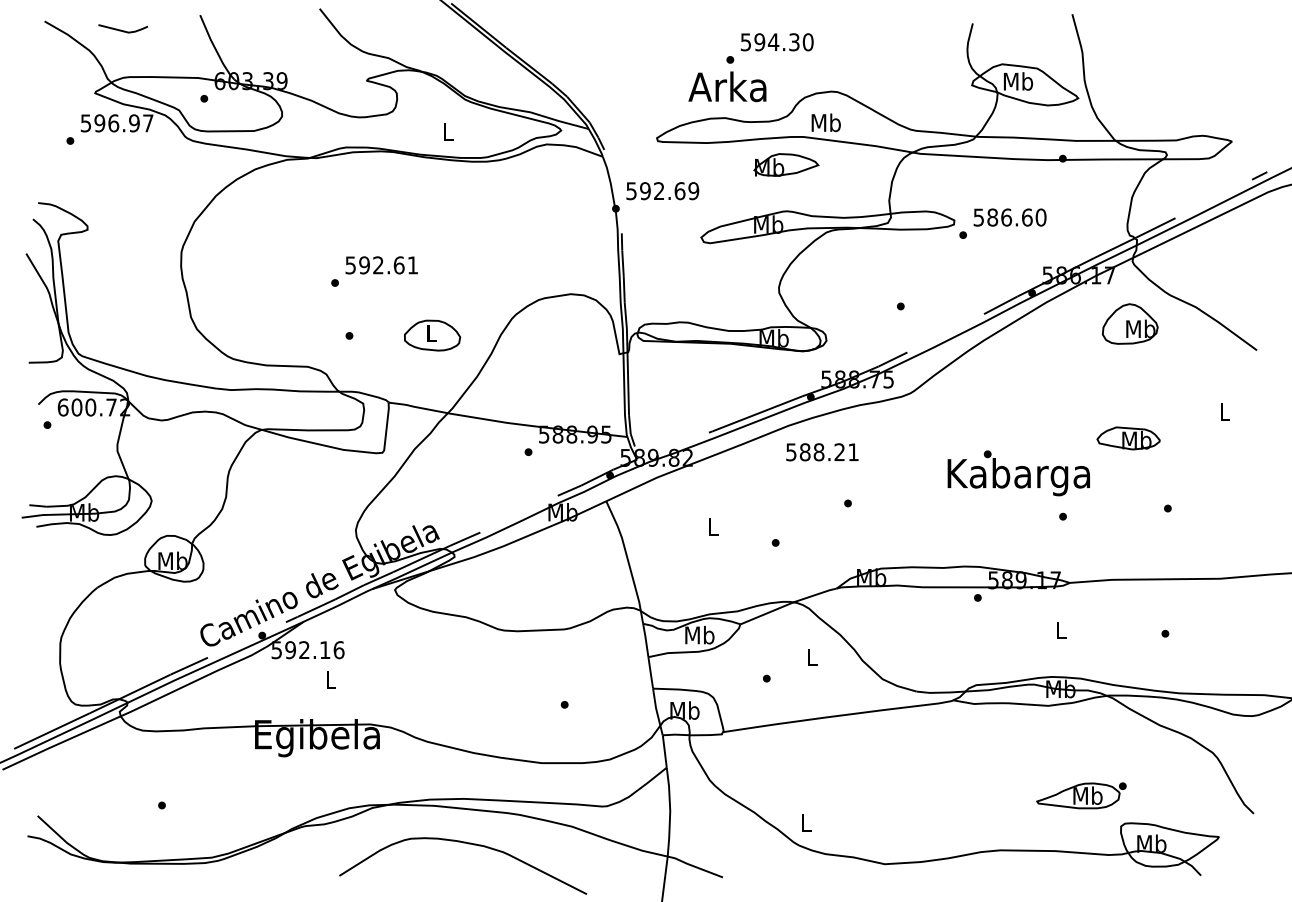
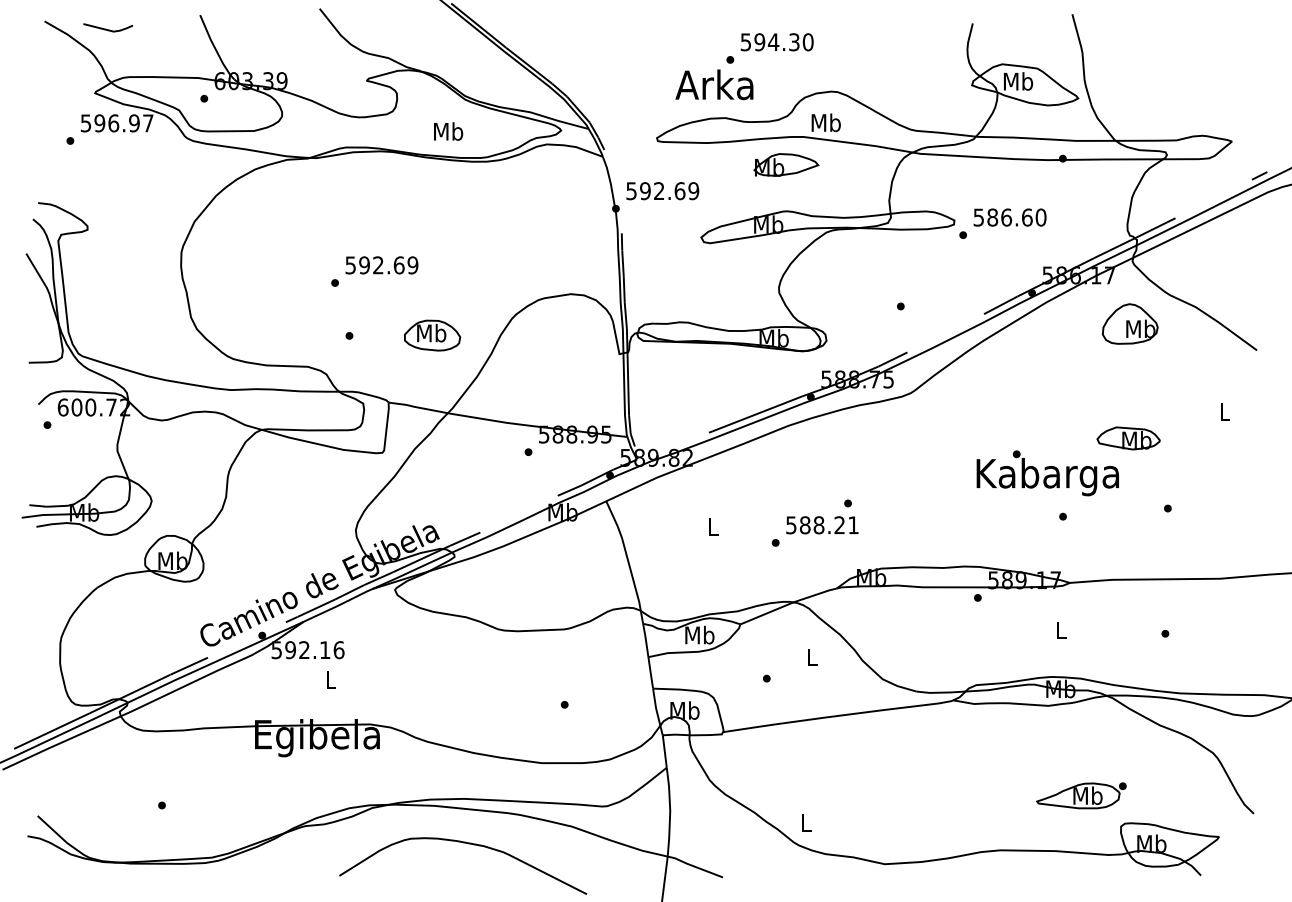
line at (123, 30) position: (123, 30) -> (108, 29)
text at (727, 86) position: (727, 86) -> (714, 84)
text at (448, 131): L -> Mb
text at (412, 265): 592.61 -> 592.69
text at (431, 332): L -> Mb
text at (822, 452) position: (822, 452) -> (822, 525)
text at (1018, 473) position: (1018, 473) -> (1047, 473)
